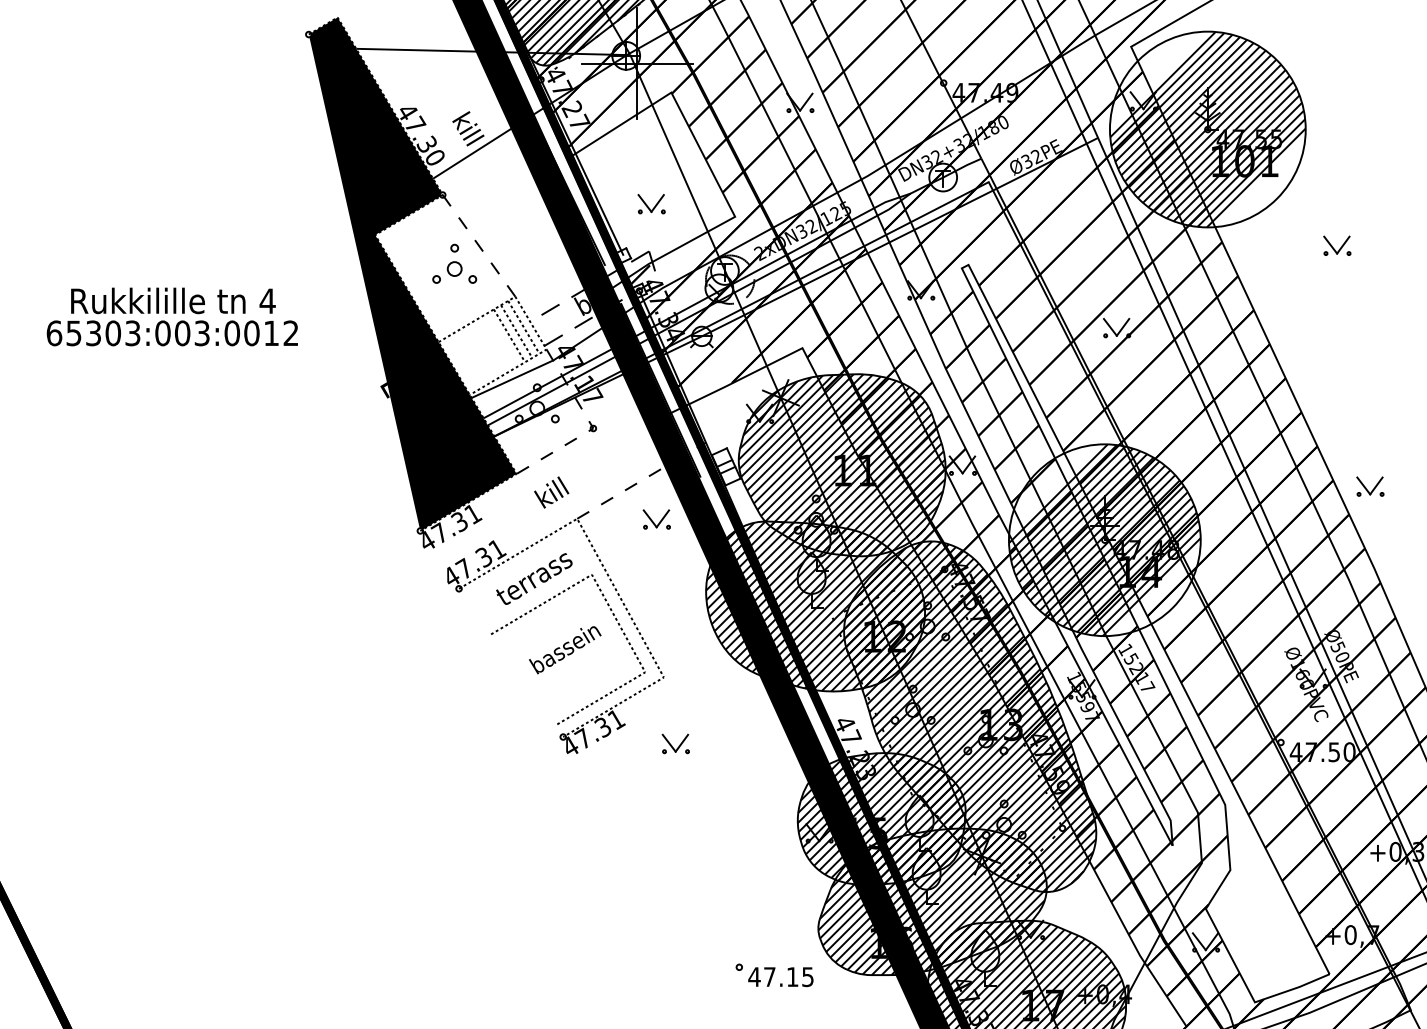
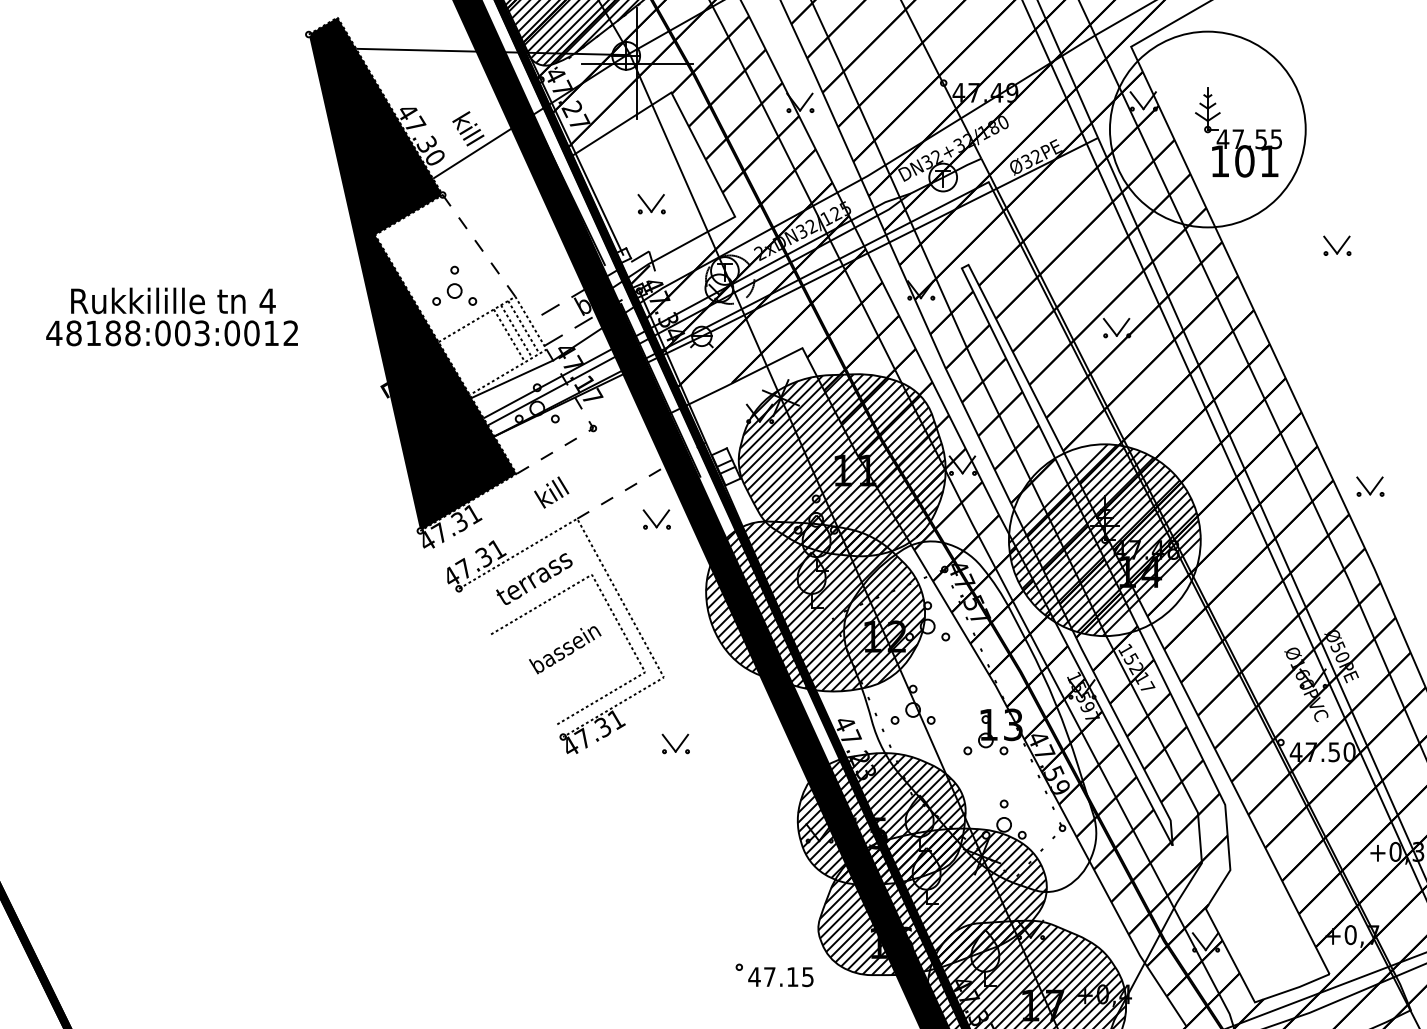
hatch at (1207, 129): present -> none
part at (454, 263) position: (454, 263) -> (454, 285)
text at (93, 333): 65303:003:0012 -> 48188:003:0012
hatch at (970, 716): present -> none
